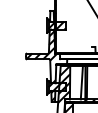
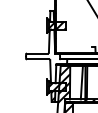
hatch at (41, 57): present -> none
